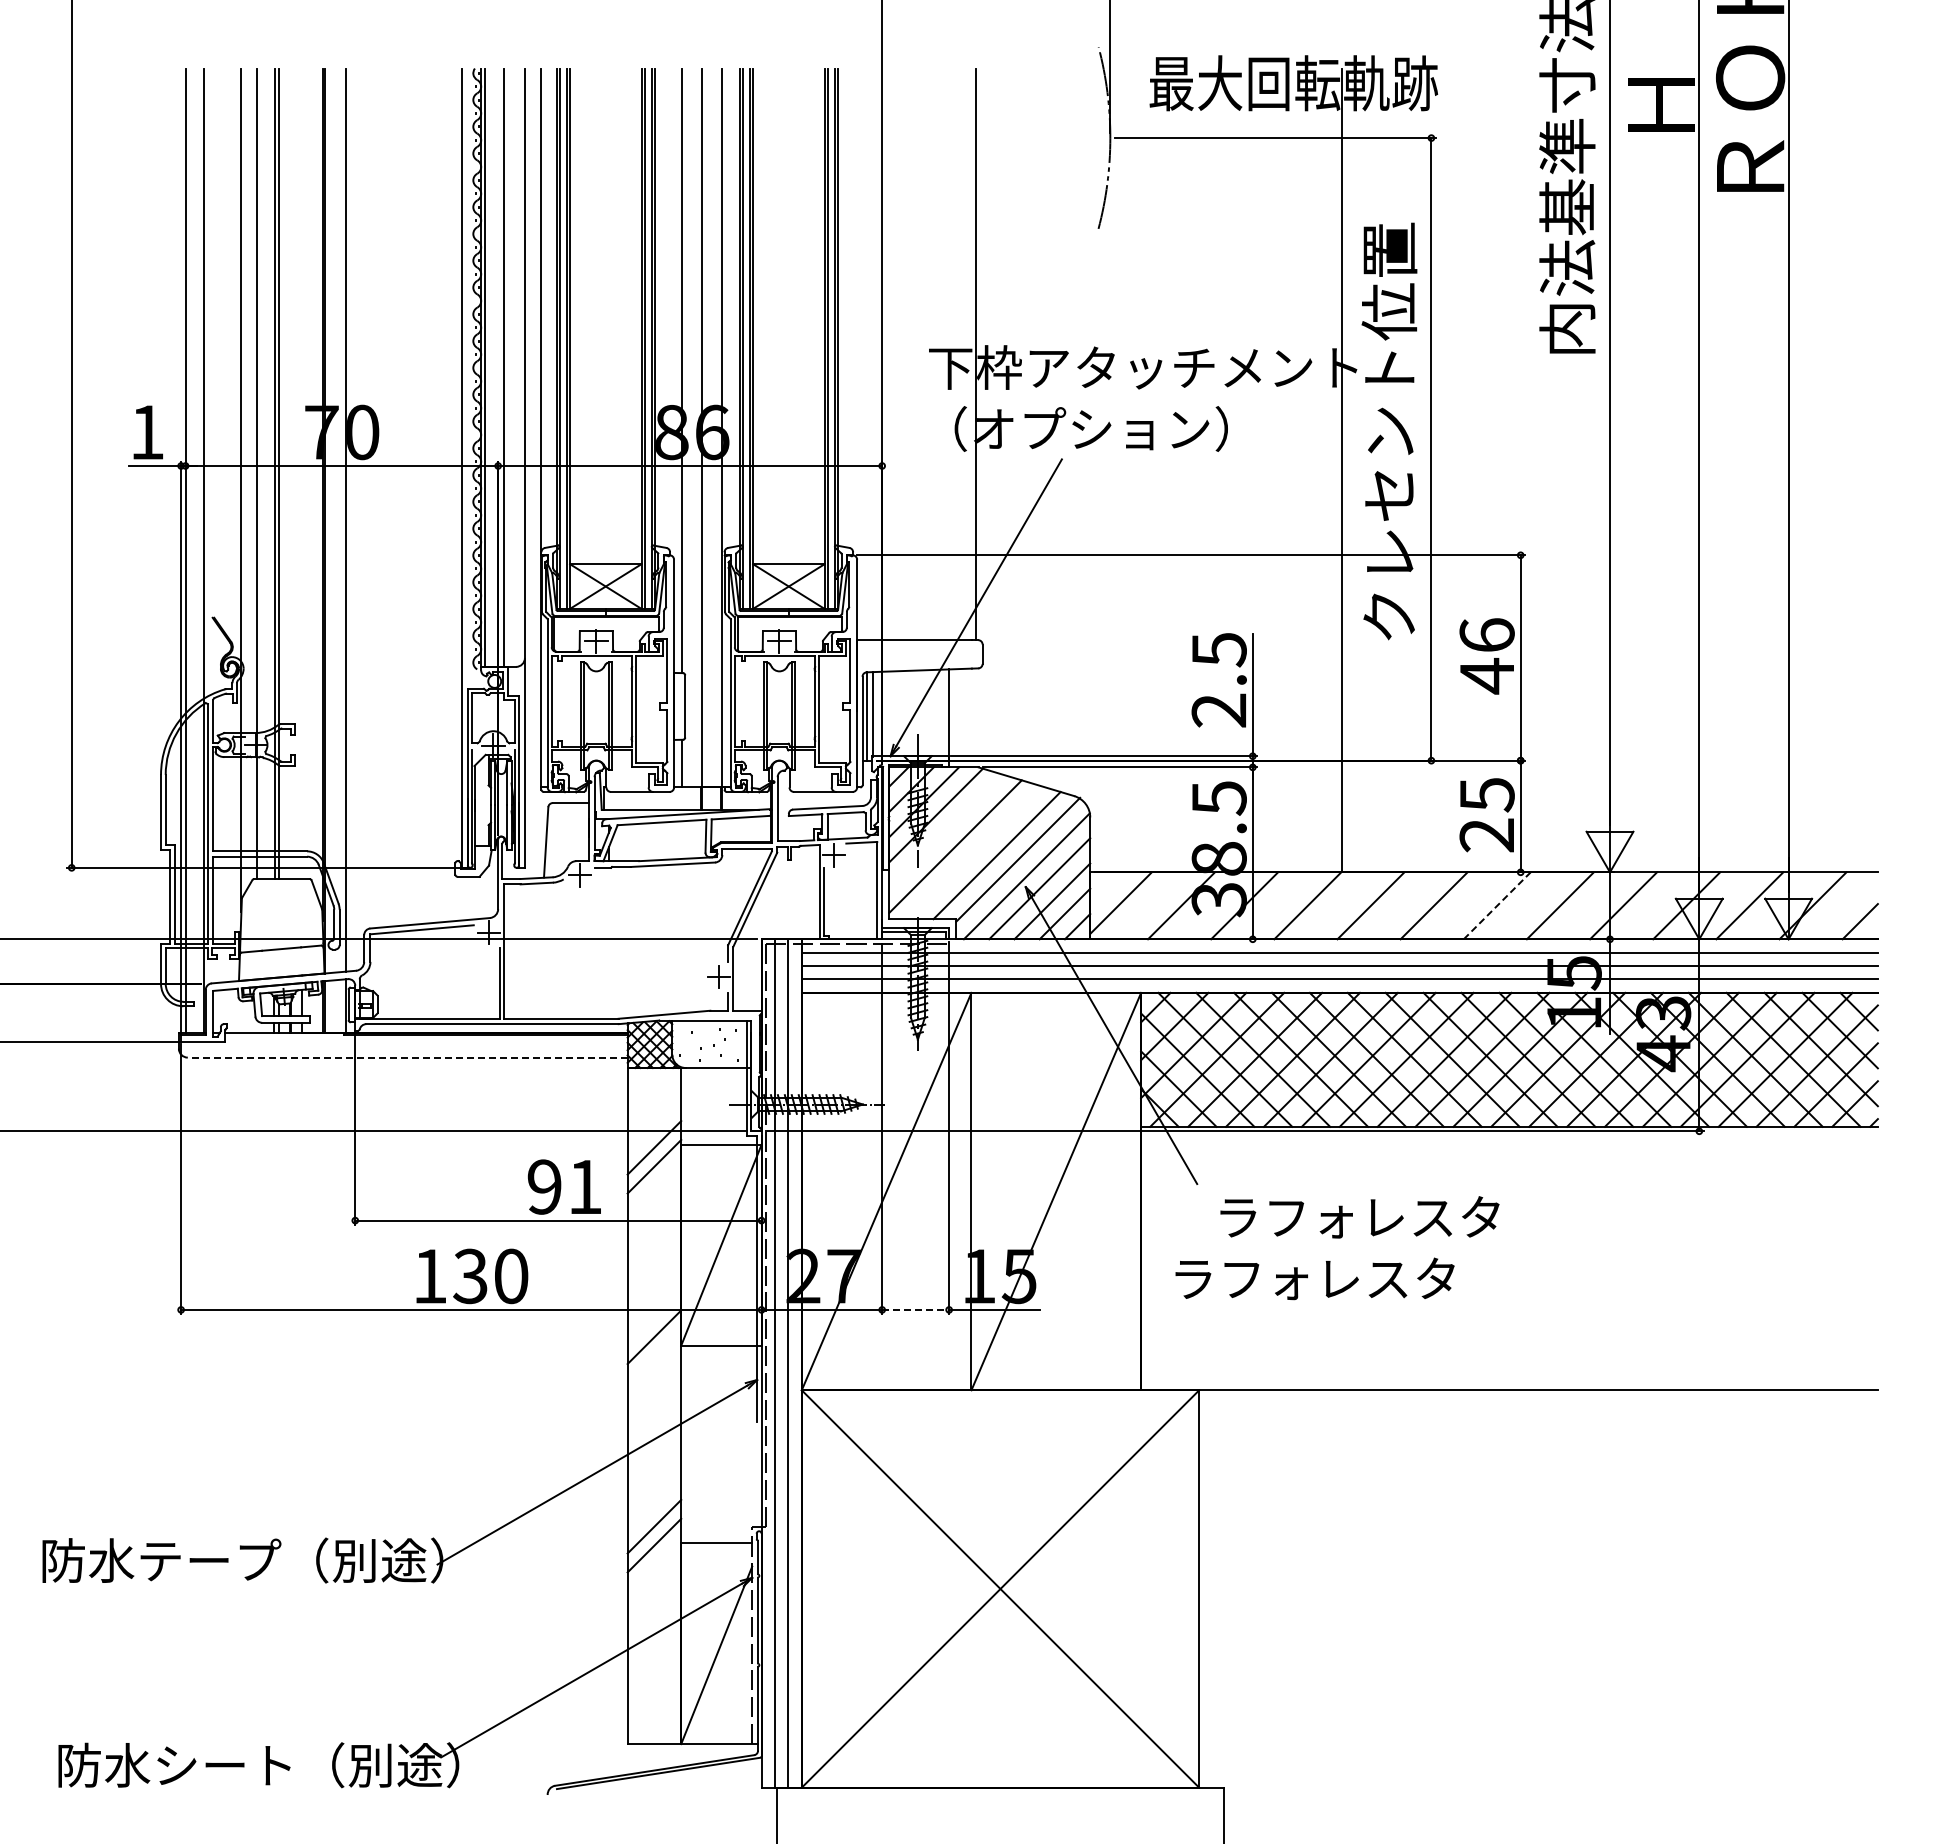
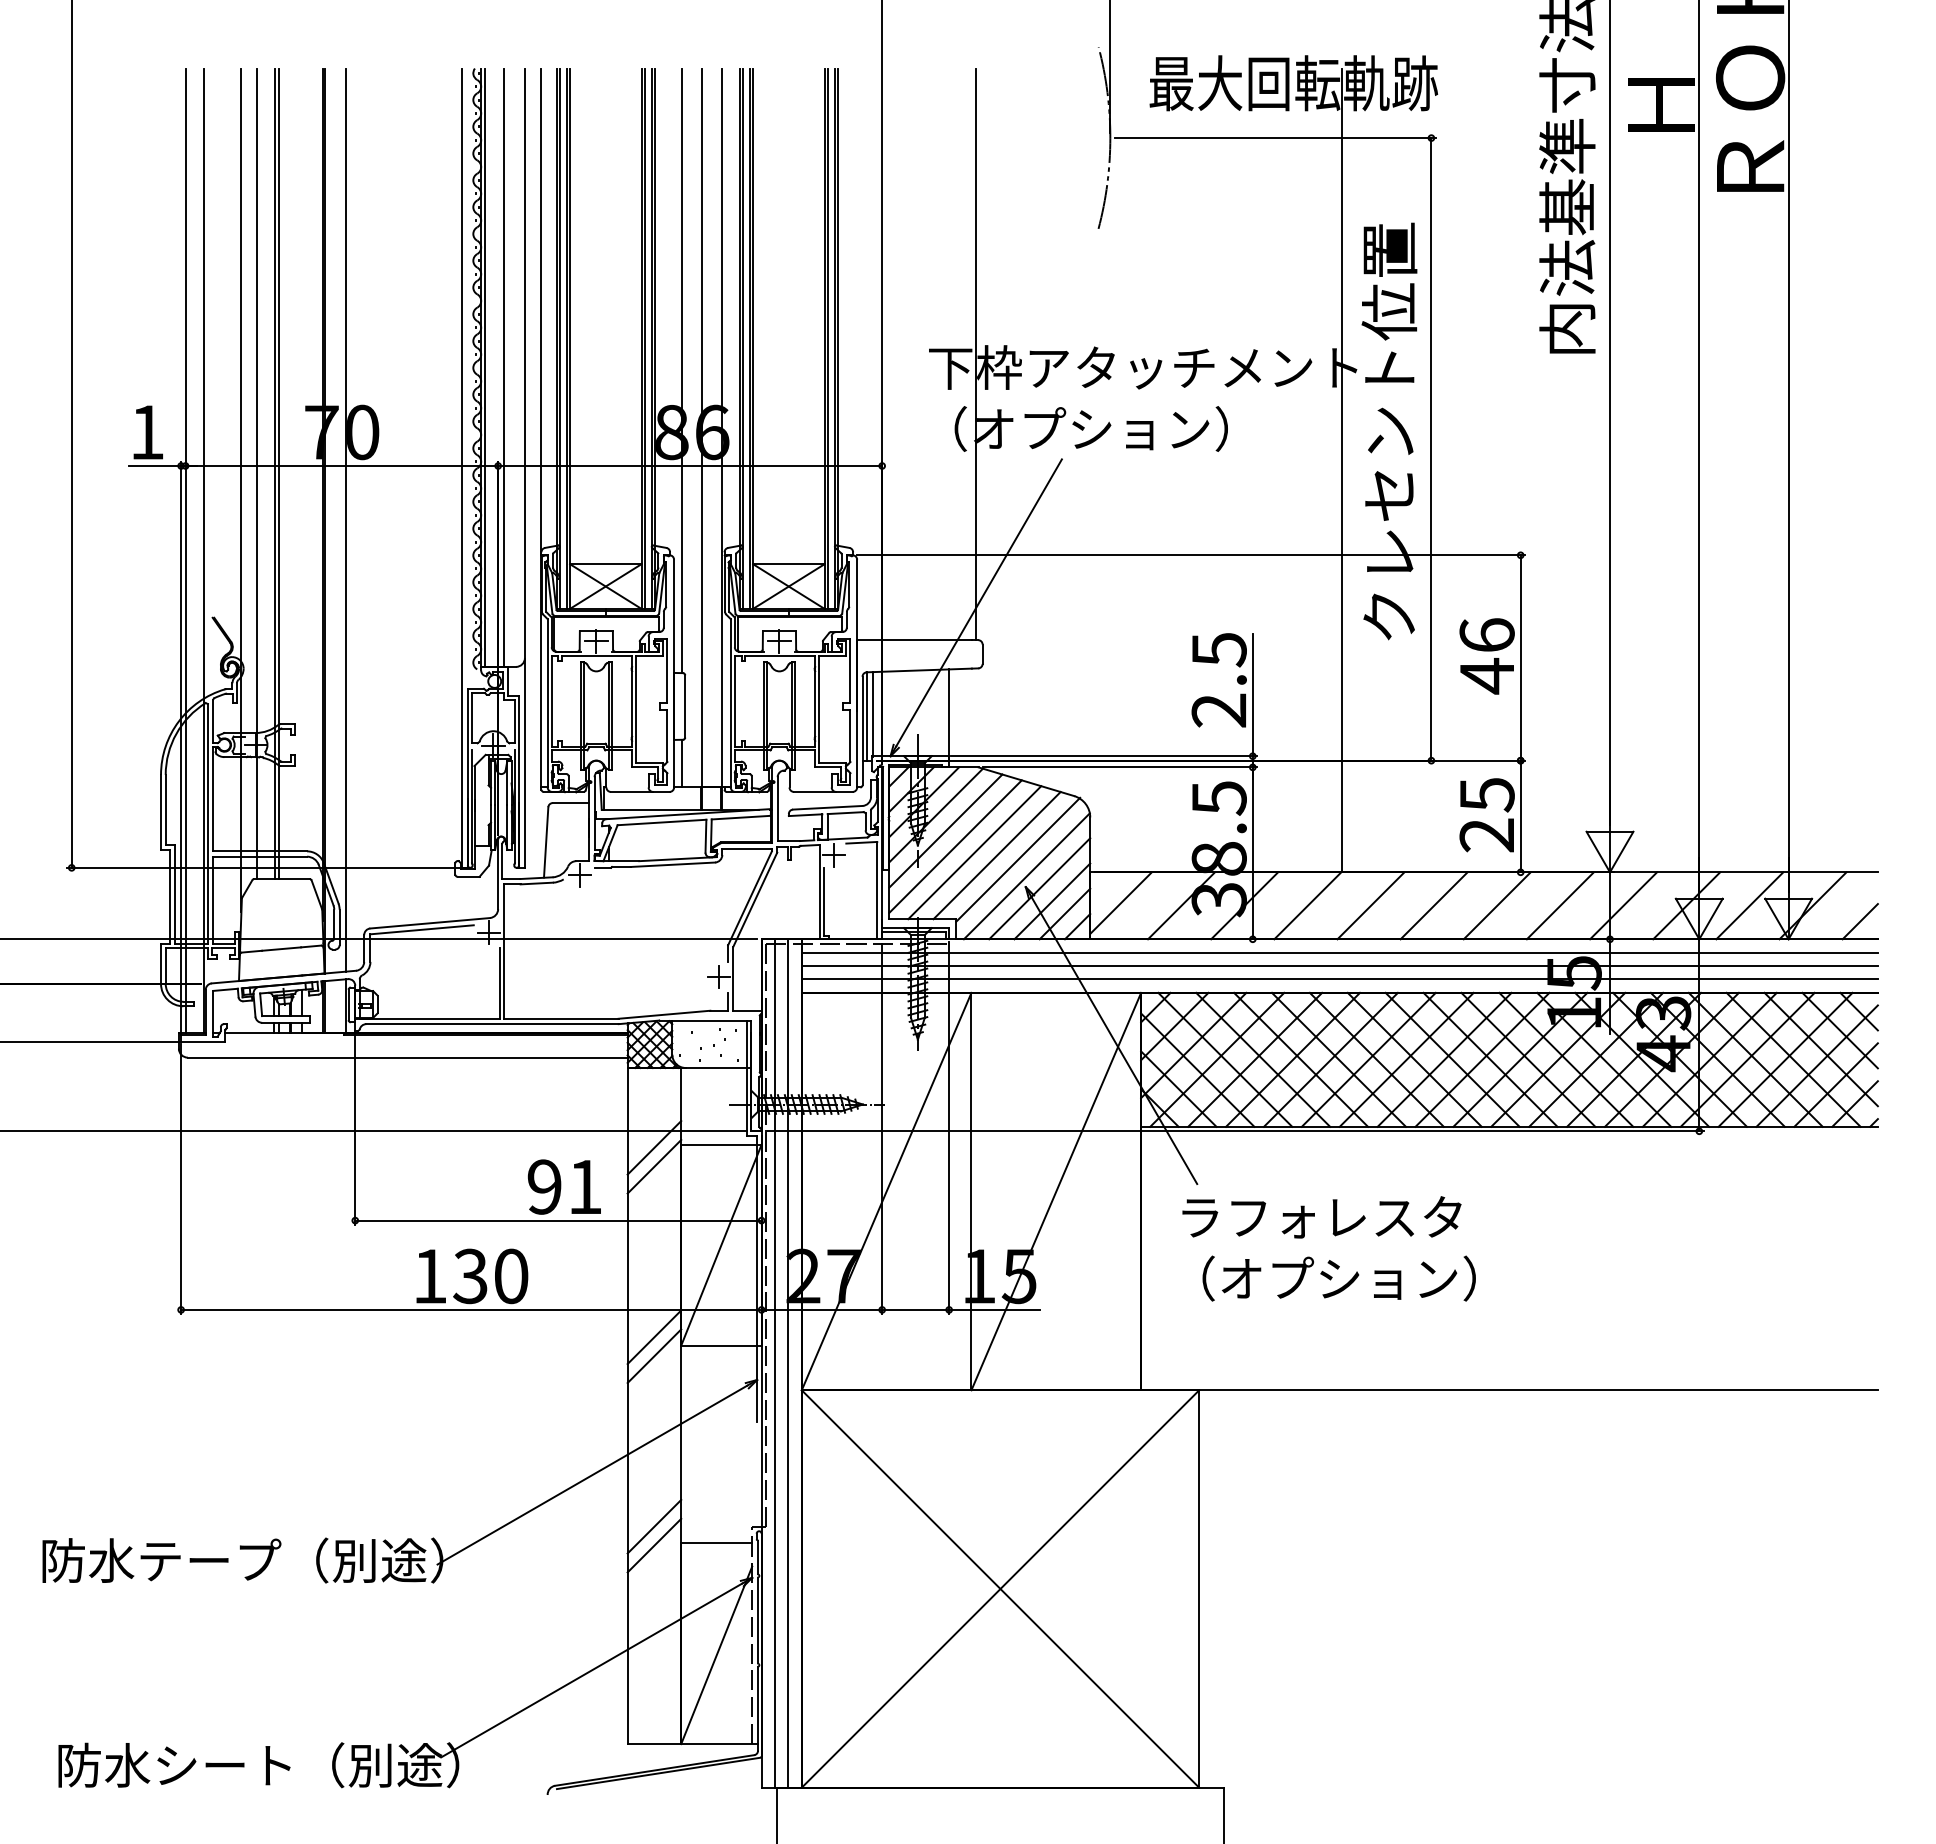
line at (945, 830): none -> present
line at (974, 852): none -> present
line at (1497, 905): dashed -> solid
line at (407, 1057): dashed -> solid
text at (1359, 1217) position: (1359, 1217) -> (1321, 1217)
text at (1325, 1278): ラフォレスタ -> （オプション）
line at (916, 1309): dashed -> solid
line at (654, 1356): none -> present
